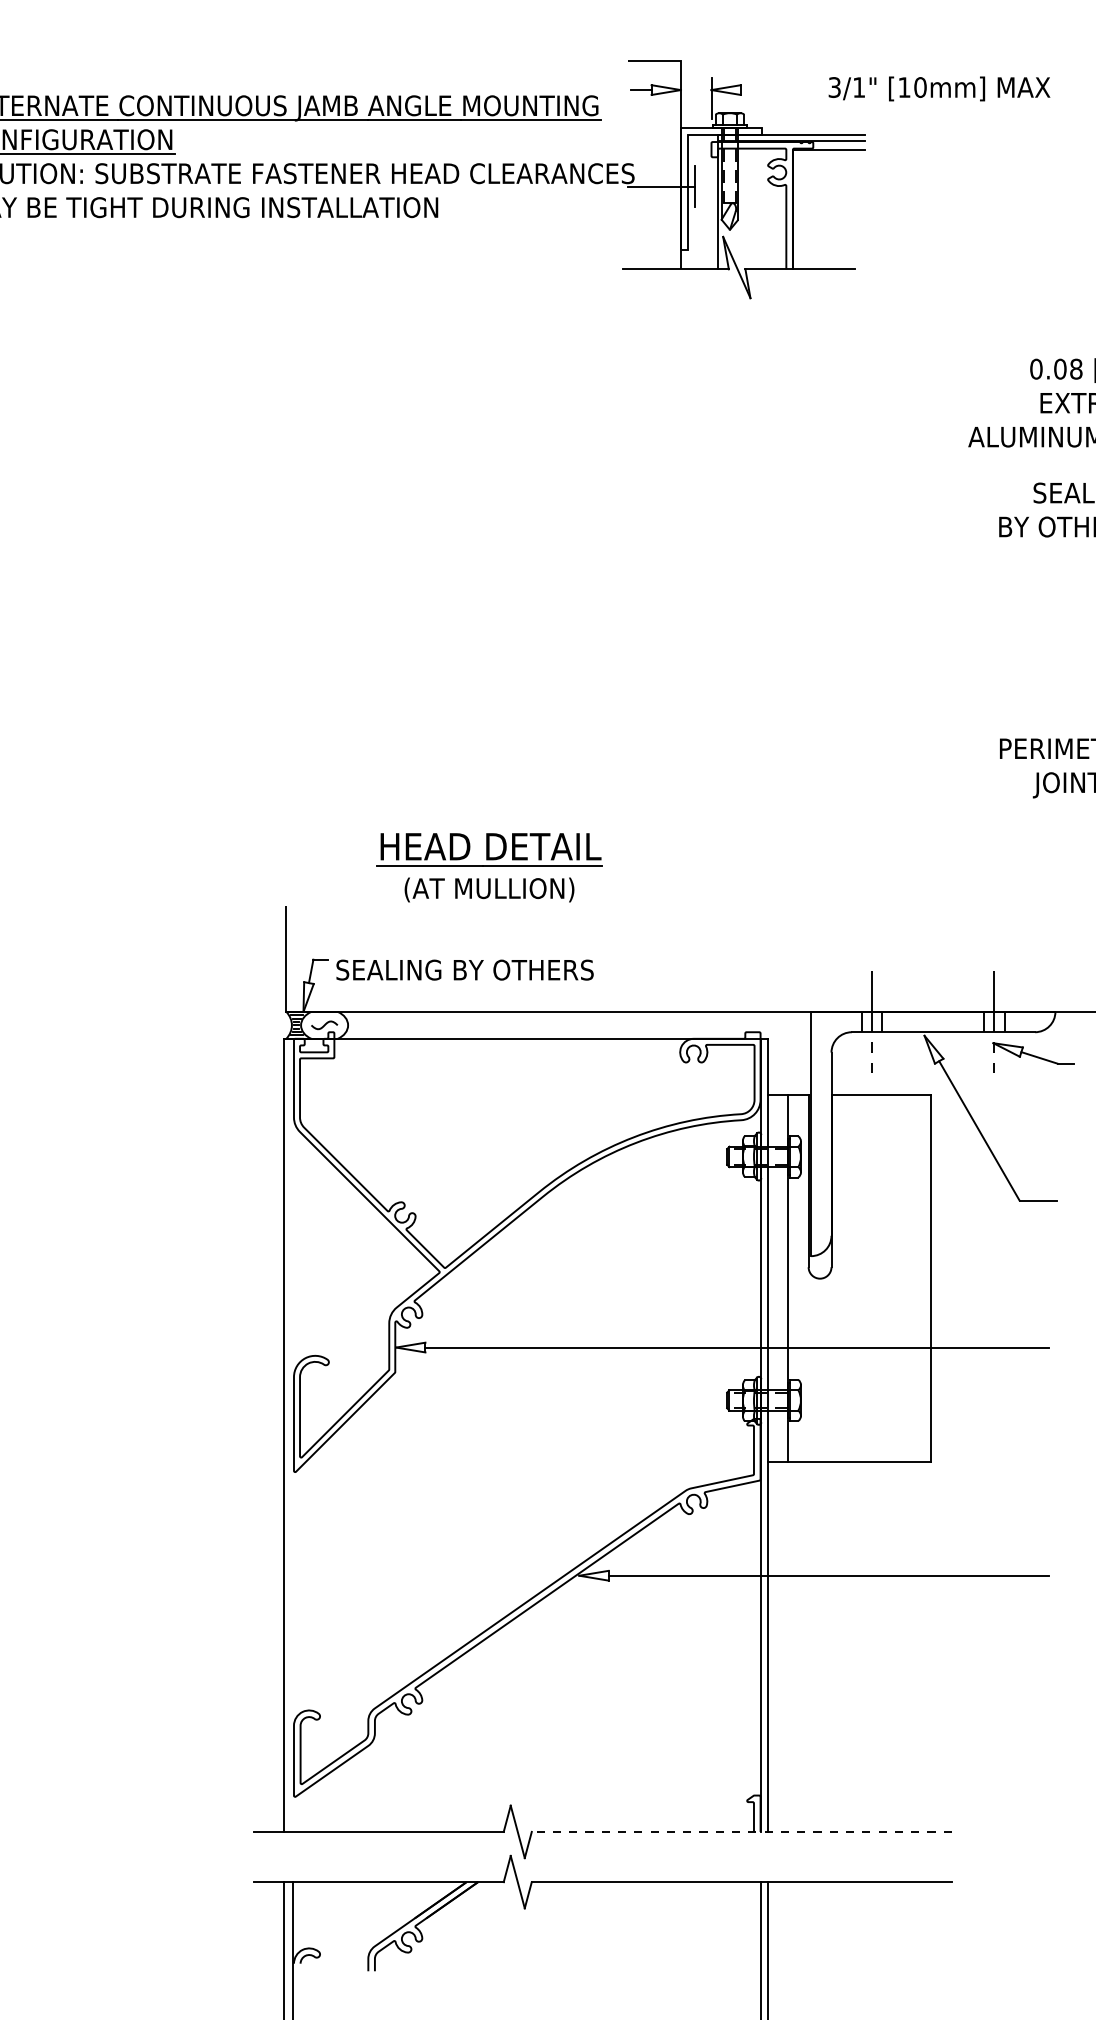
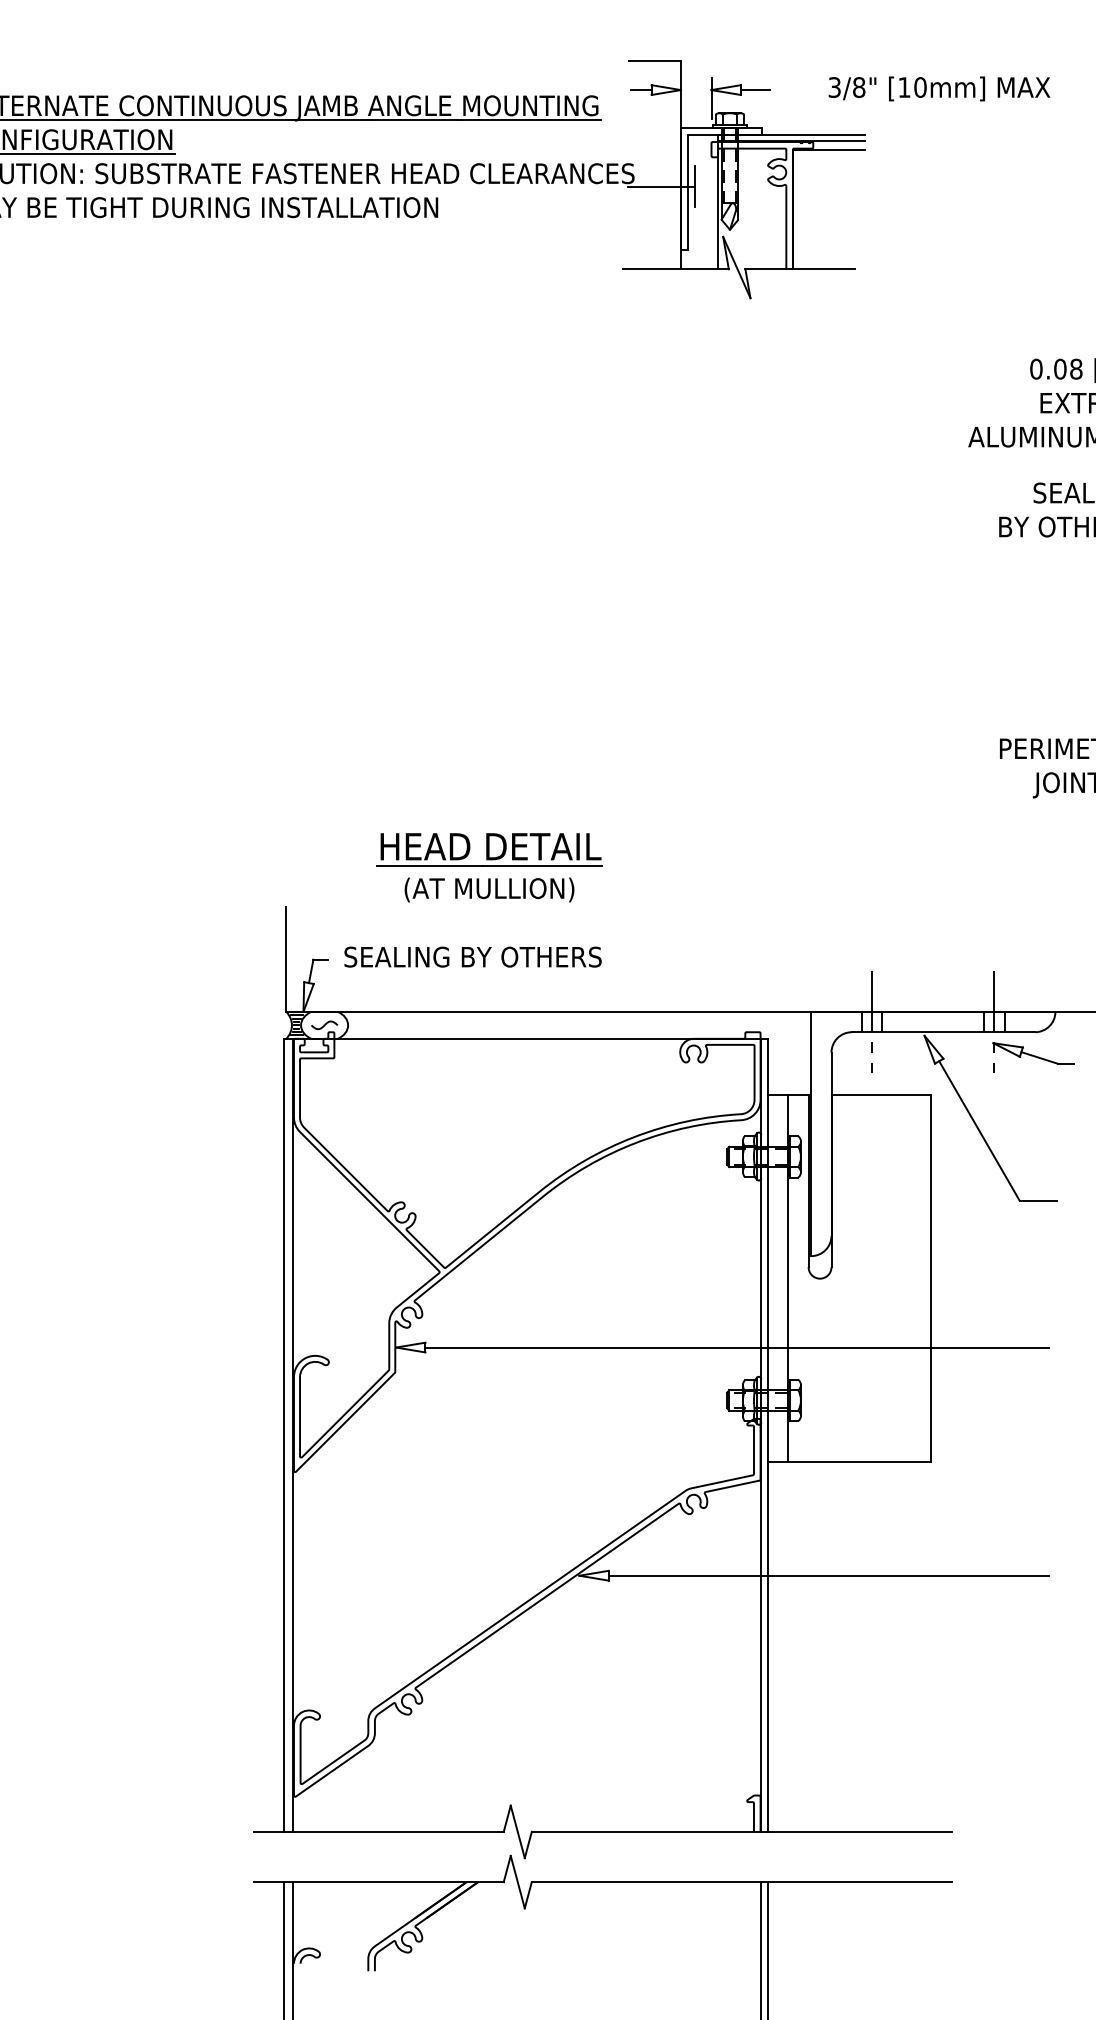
text at (859, 87): 3/1" -> 3/8"
line at (755, 90): none -> present
text at (464, 969) position: (464, 969) -> (472, 956)
line at (293, 1434): none -> present
line at (741, 1831): dashed -> solid
